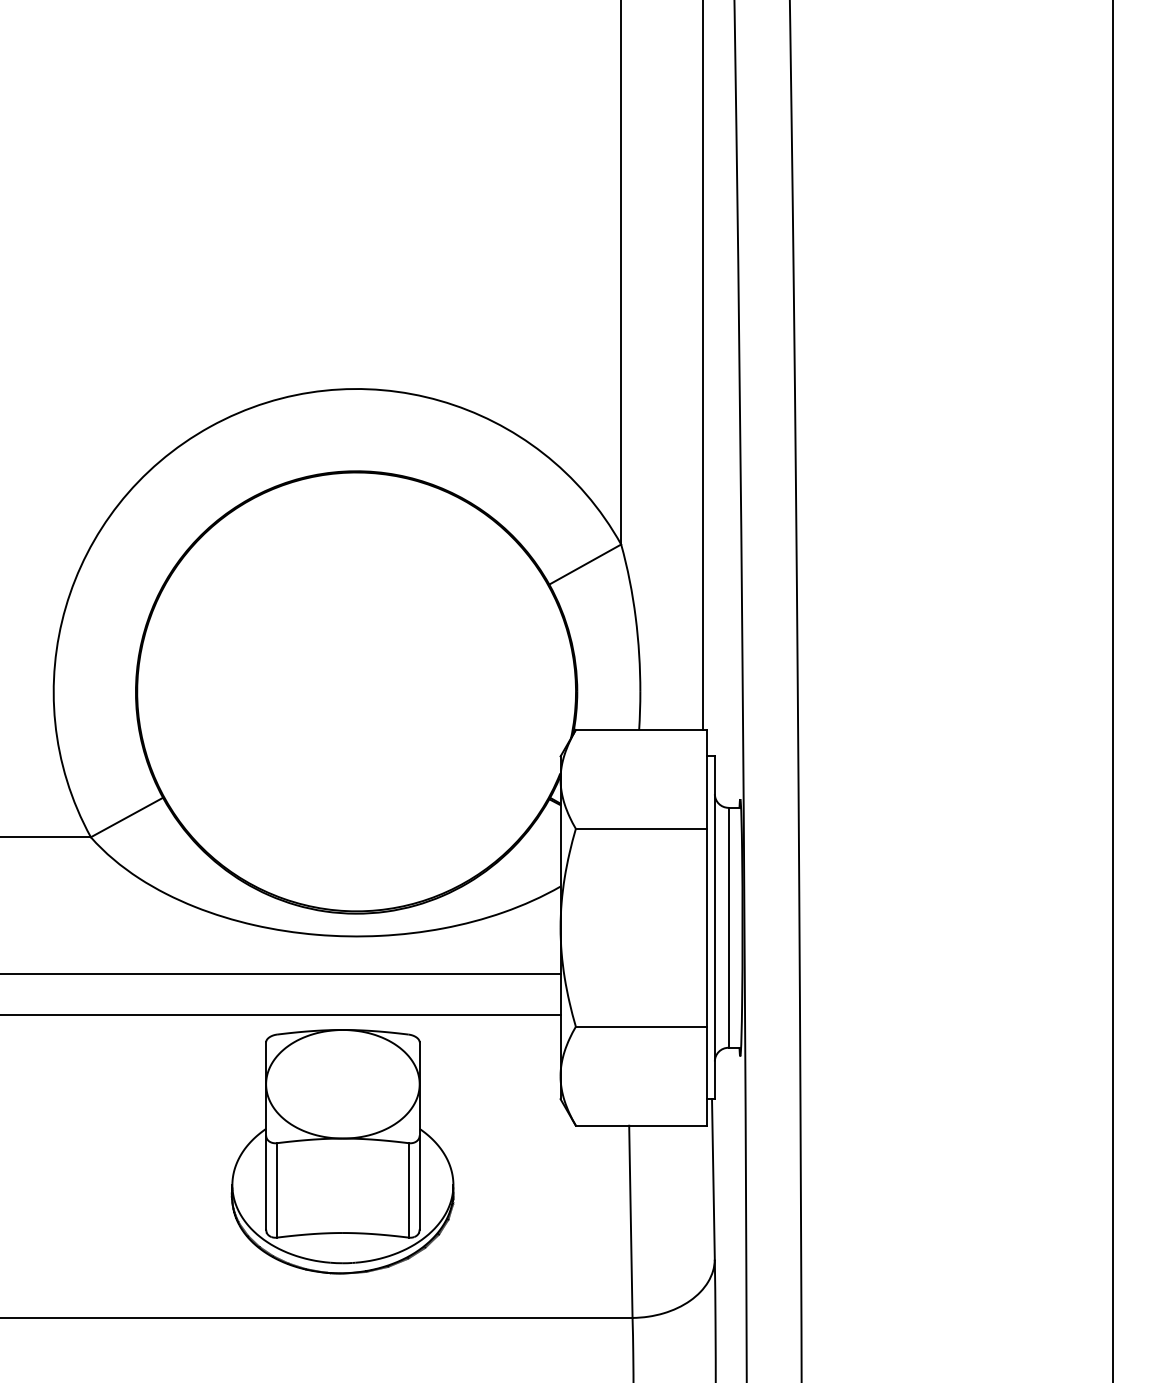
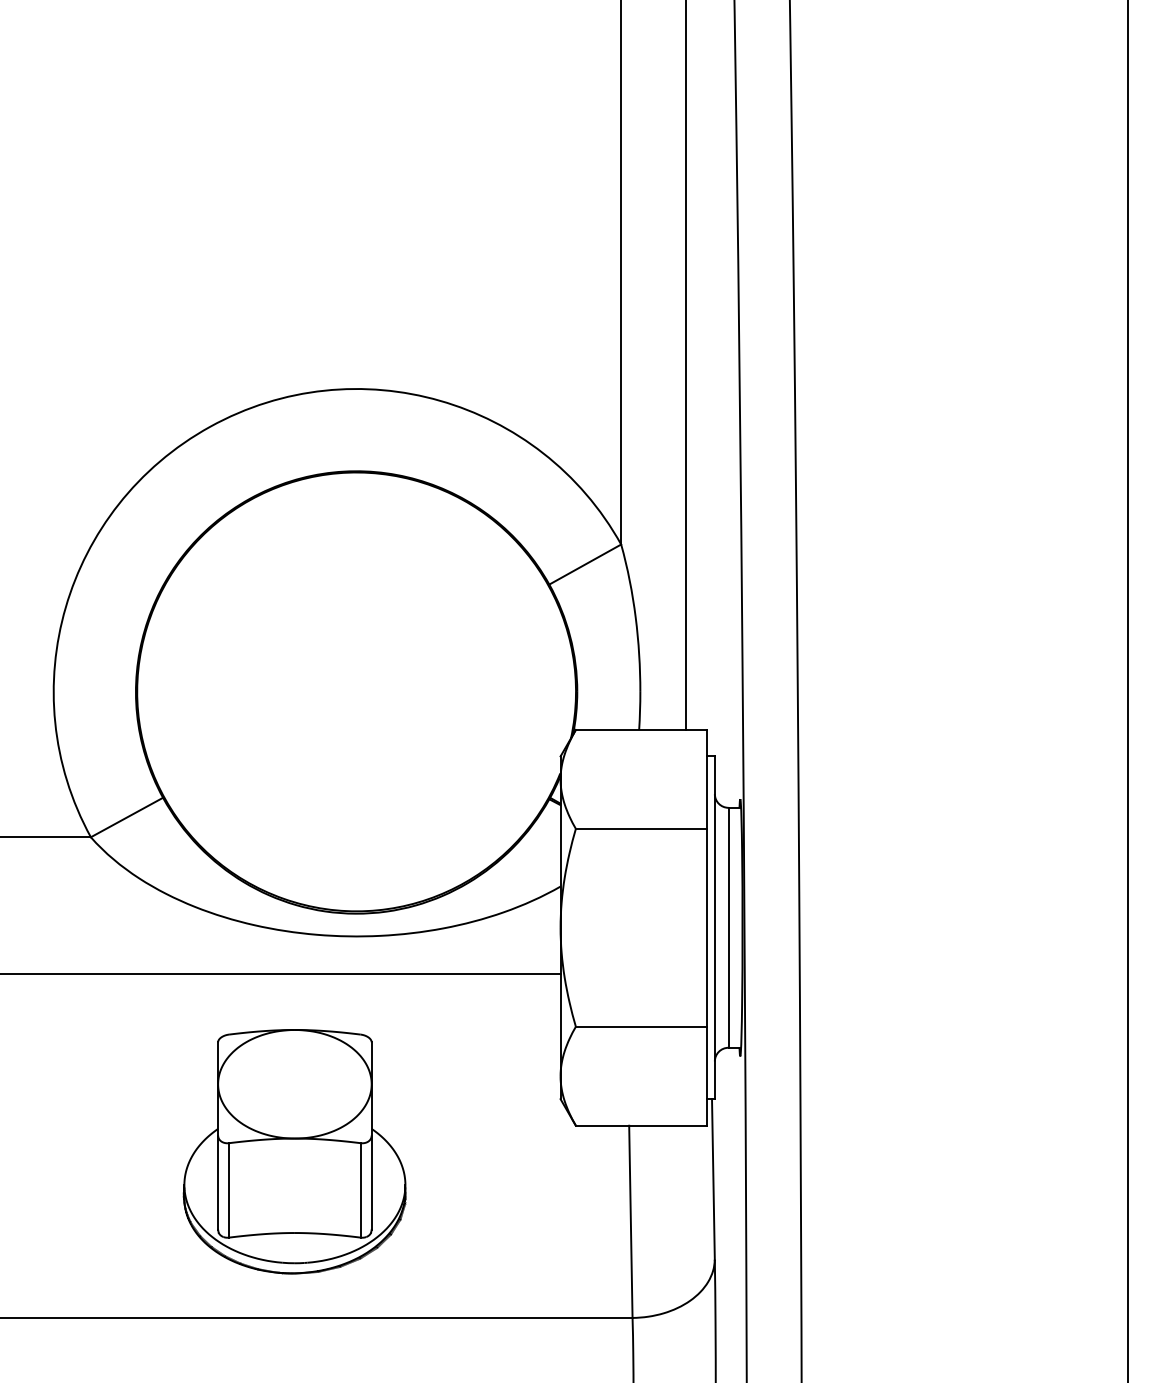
line at (703, 365) position: (703, 365) -> (686, 365)
line at (1113, 690) position: (1113, 690) -> (1128, 690)
line at (281, 1014): present -> none
part at (342, 1151) position: (342, 1151) -> (294, 1151)
